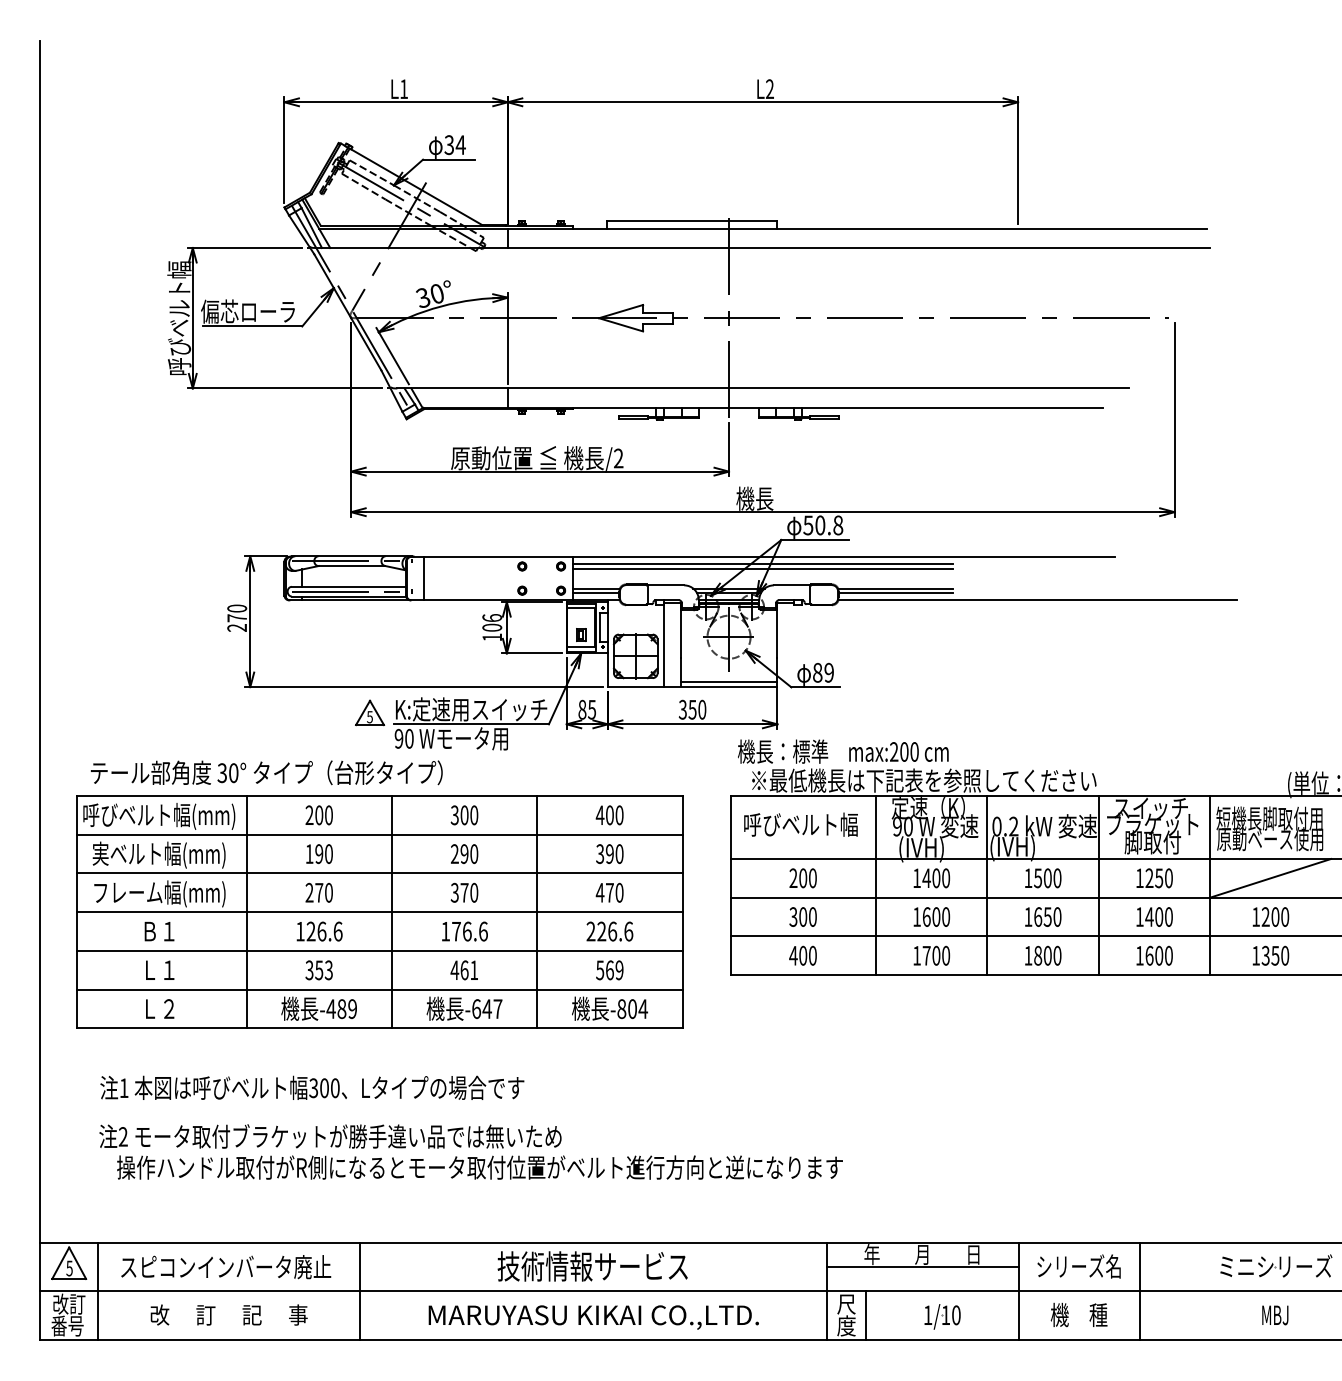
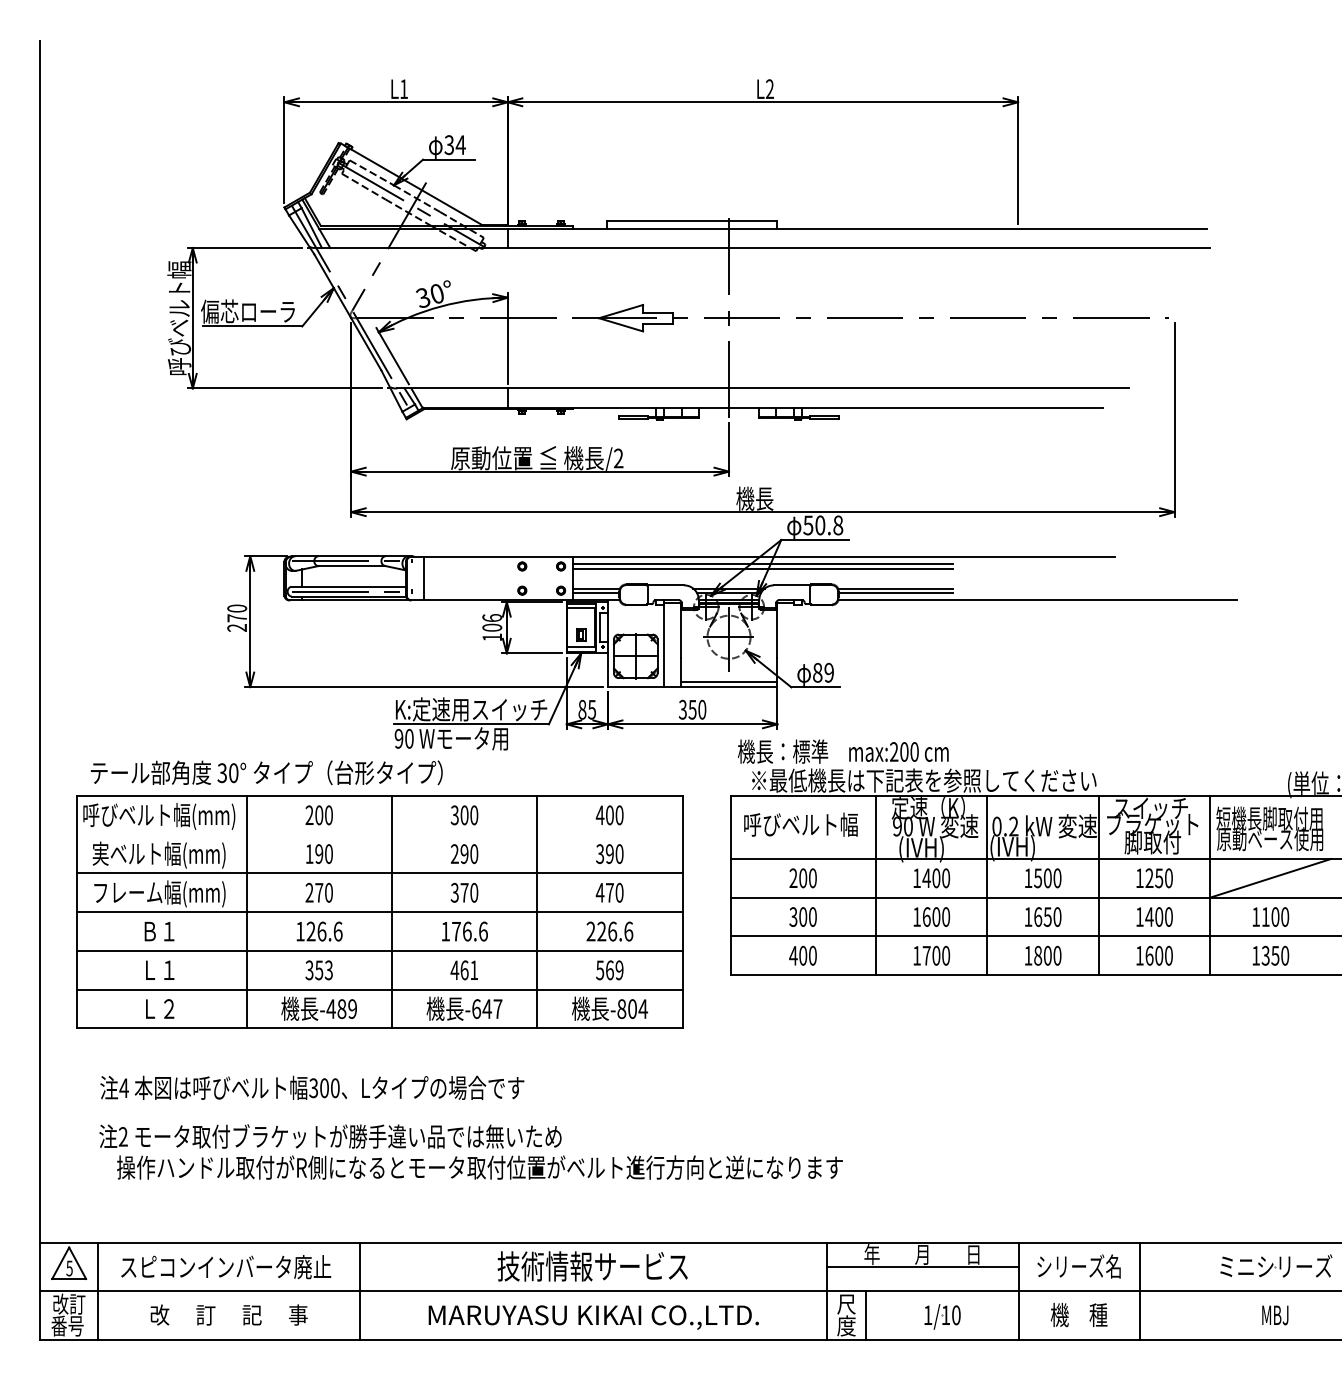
part at (370, 712): present -> none
line at (379, 834): present -> none
text at (1265, 916): 1200 -> 1100
text at (123, 1087): 1 -> 4
